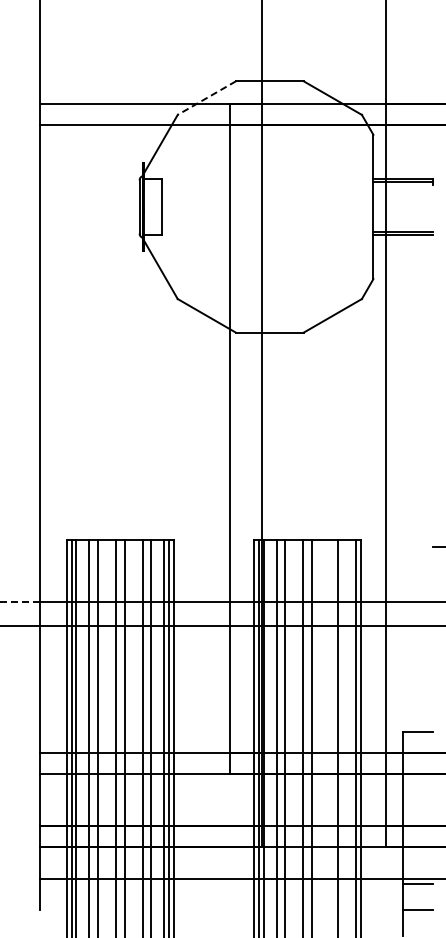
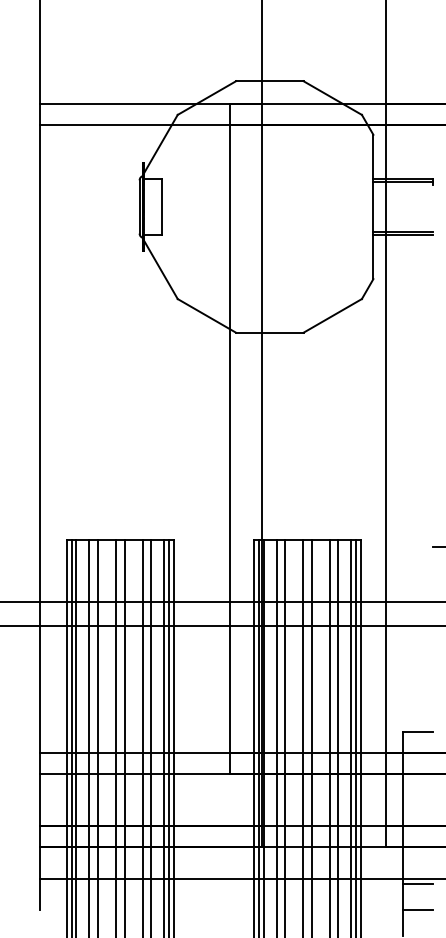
line at (206, 98): dashed -> solid
line at (20, 602): dashed -> solid
line at (330, 736): none -> present
line at (351, 736): none -> present
